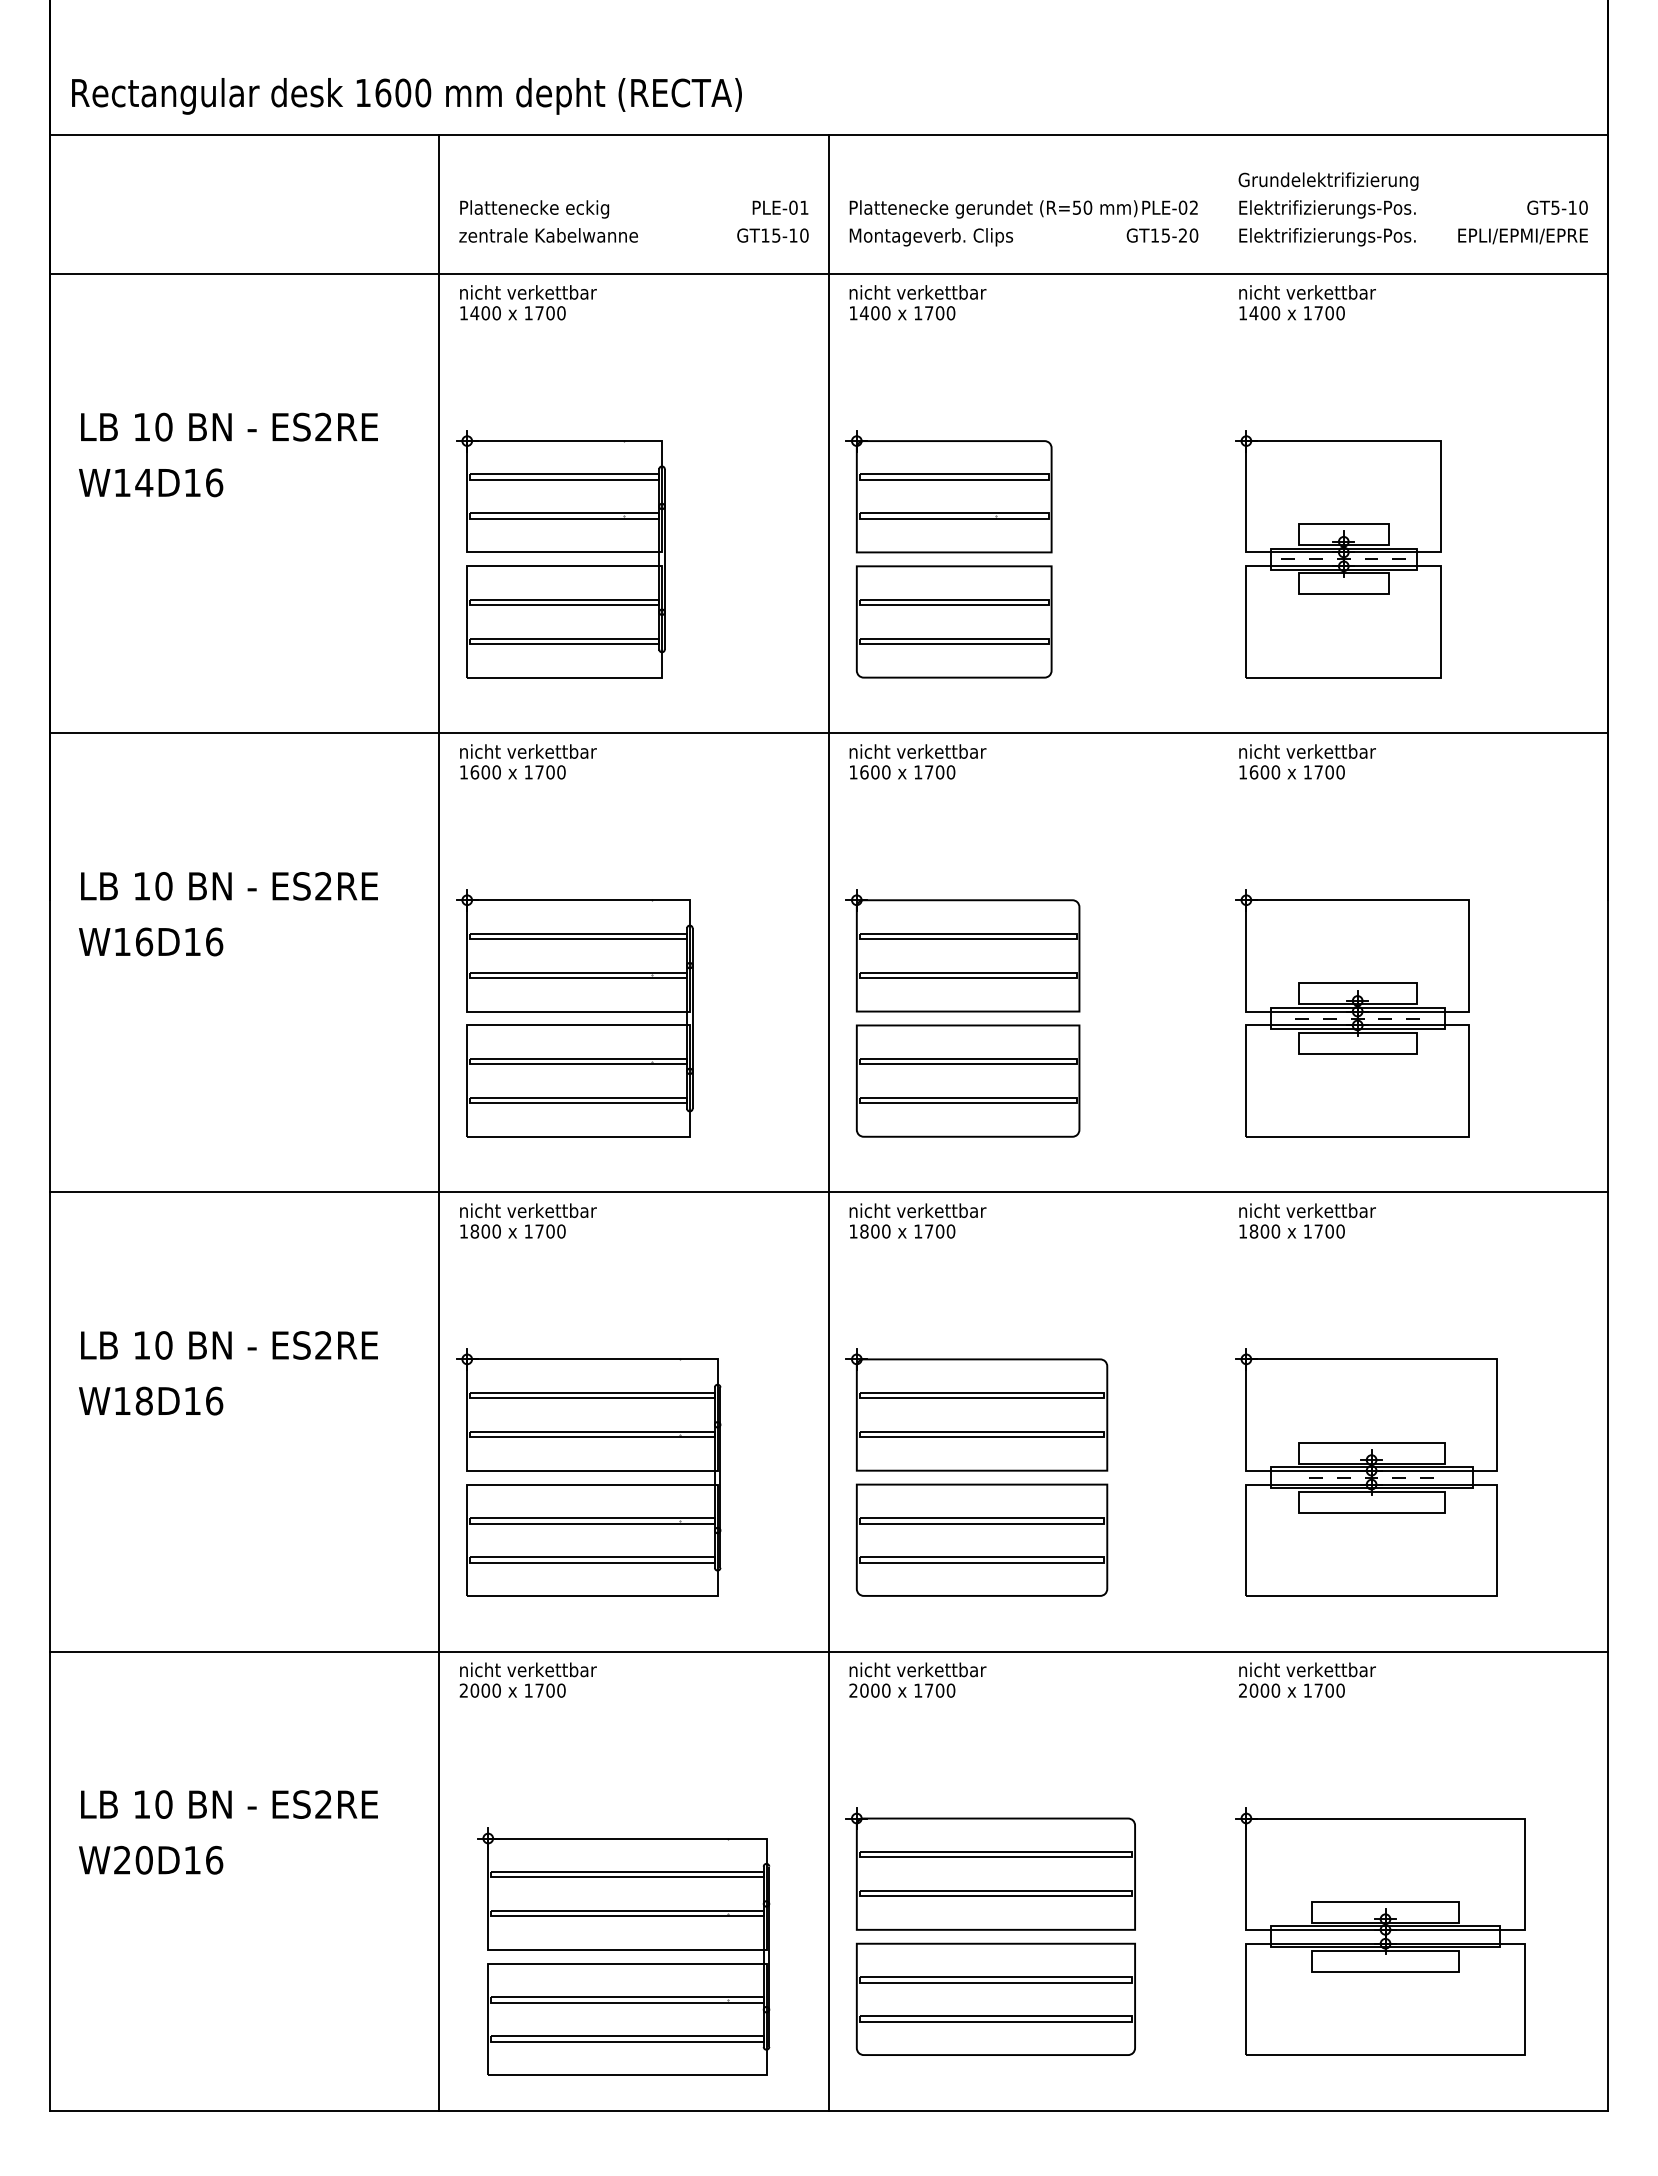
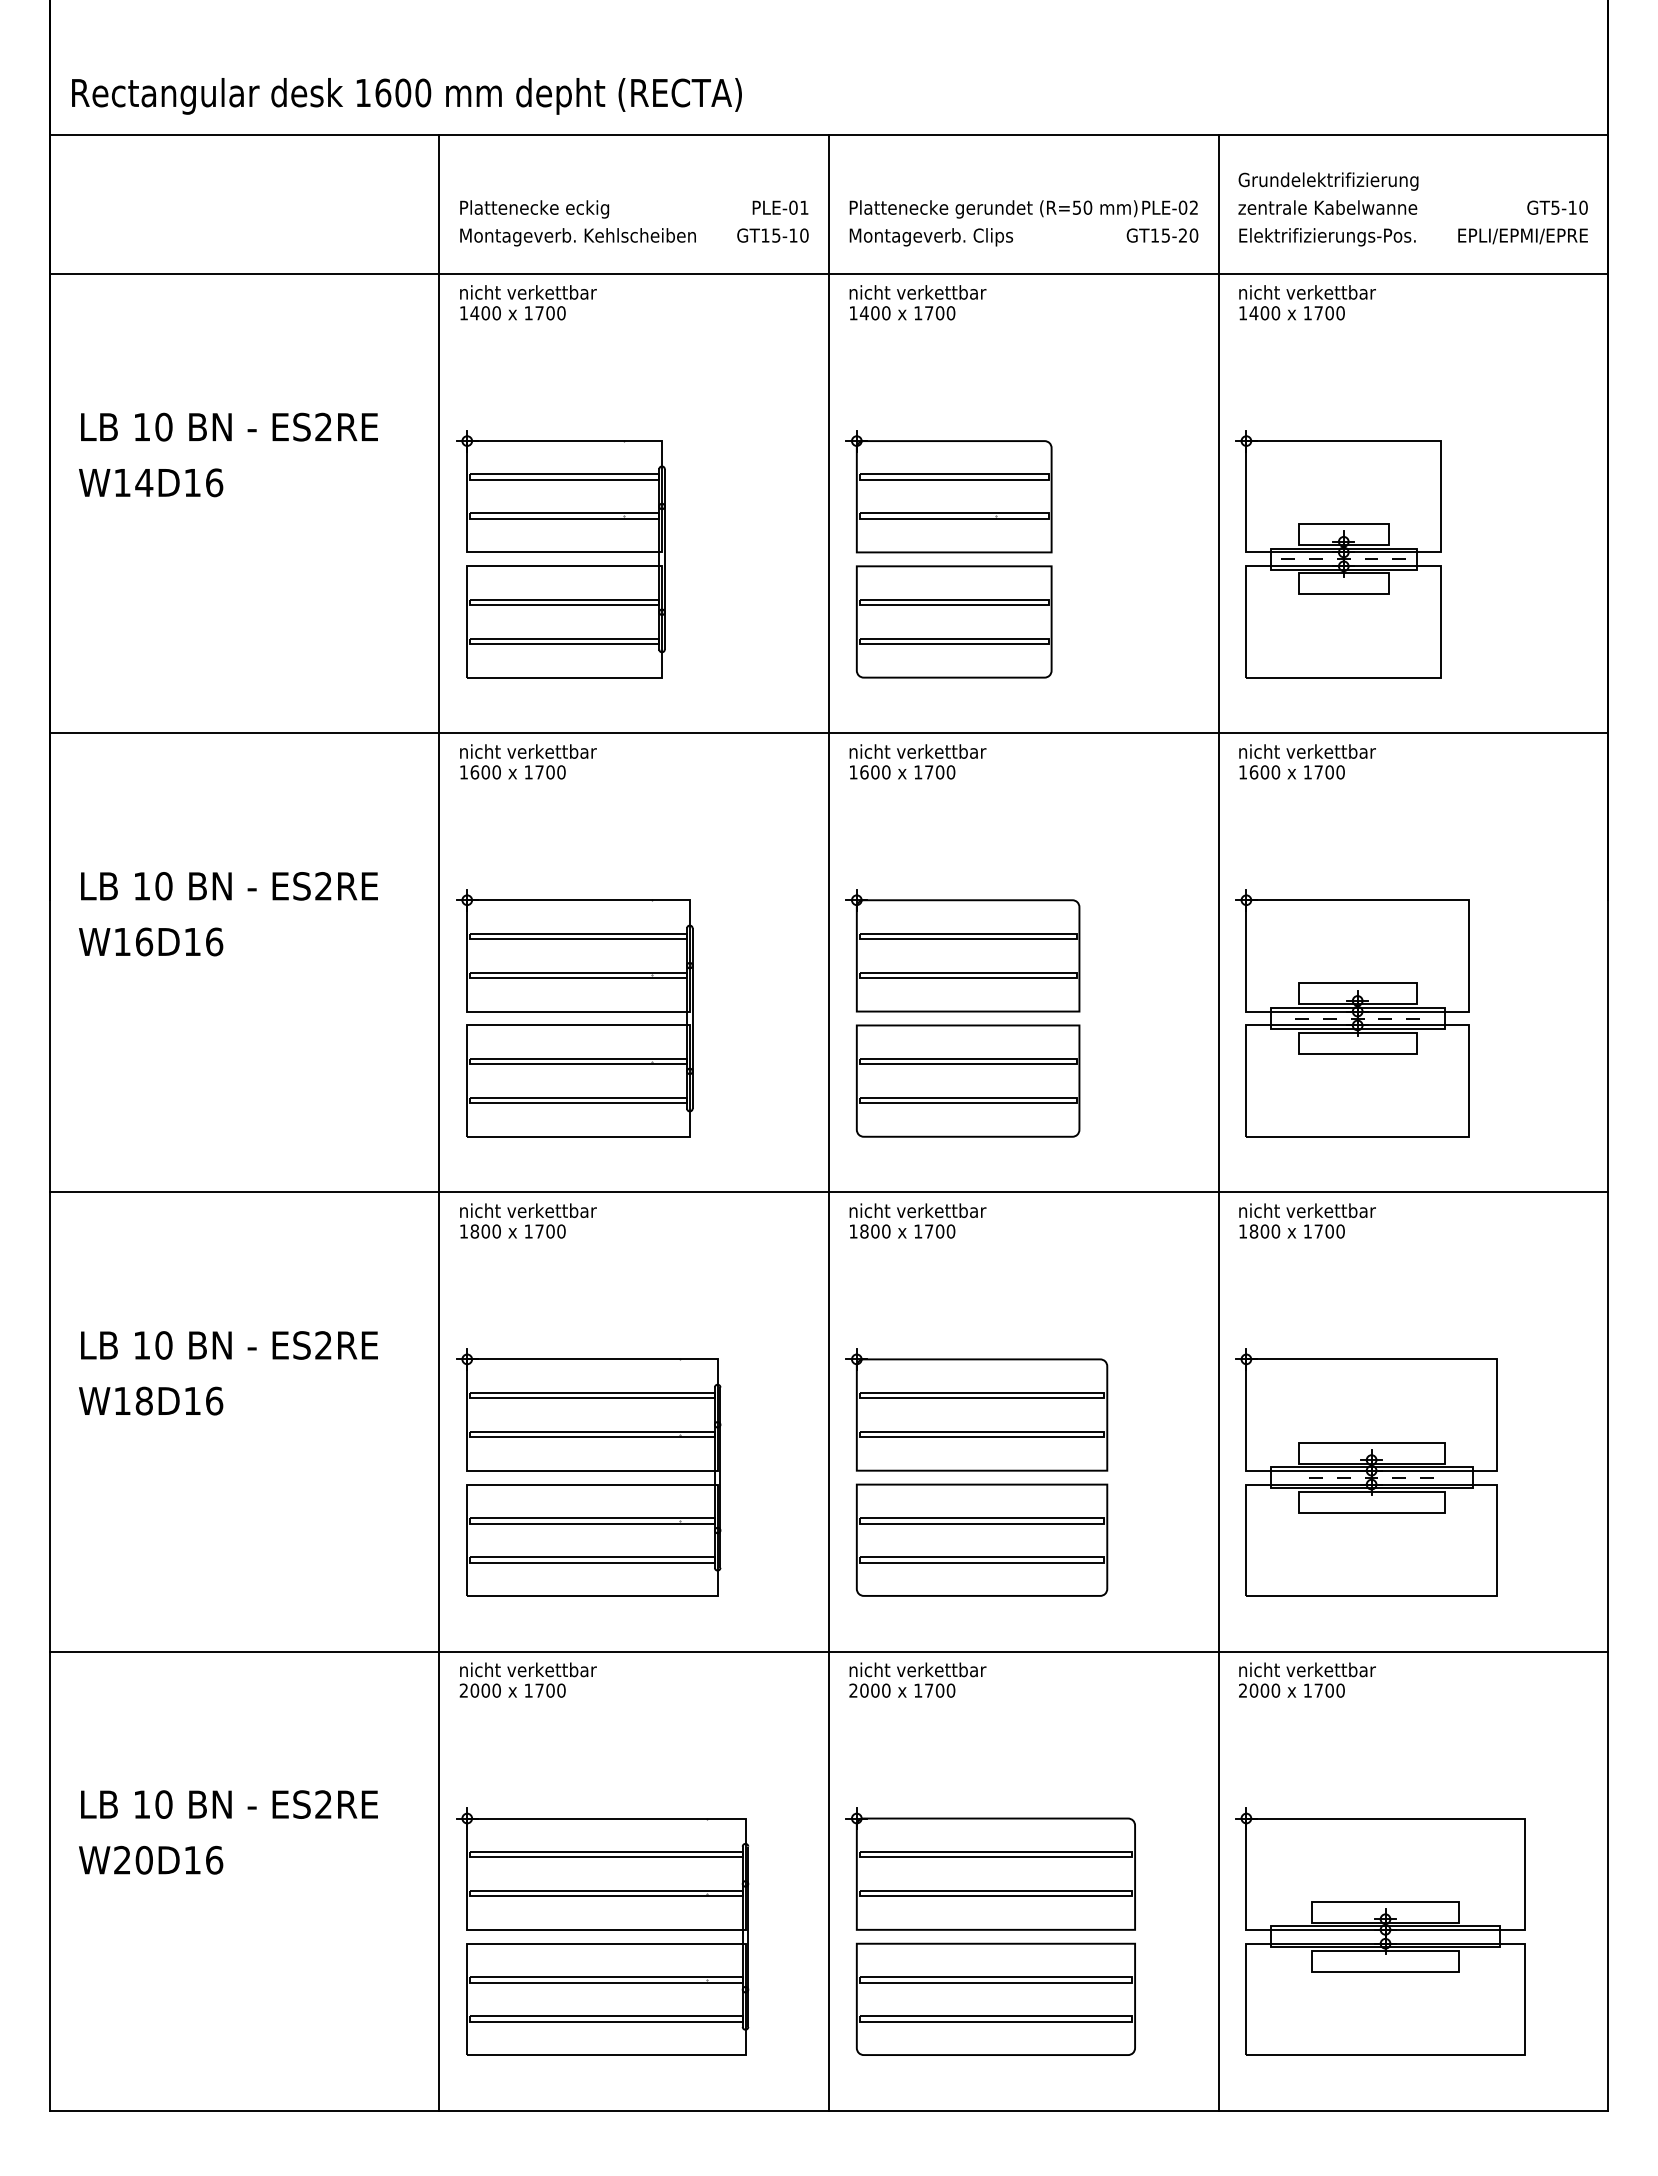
text at (1327, 209): Elektrifizierungs-Pos. -> zentrale Kabelwanne
text at (577, 237): zentrale Kabelwanne -> Montageverb. Kehlscheiben
line at (1218, 1122): none -> present
part at (623, 1951) position: (623, 1951) -> (602, 1931)
